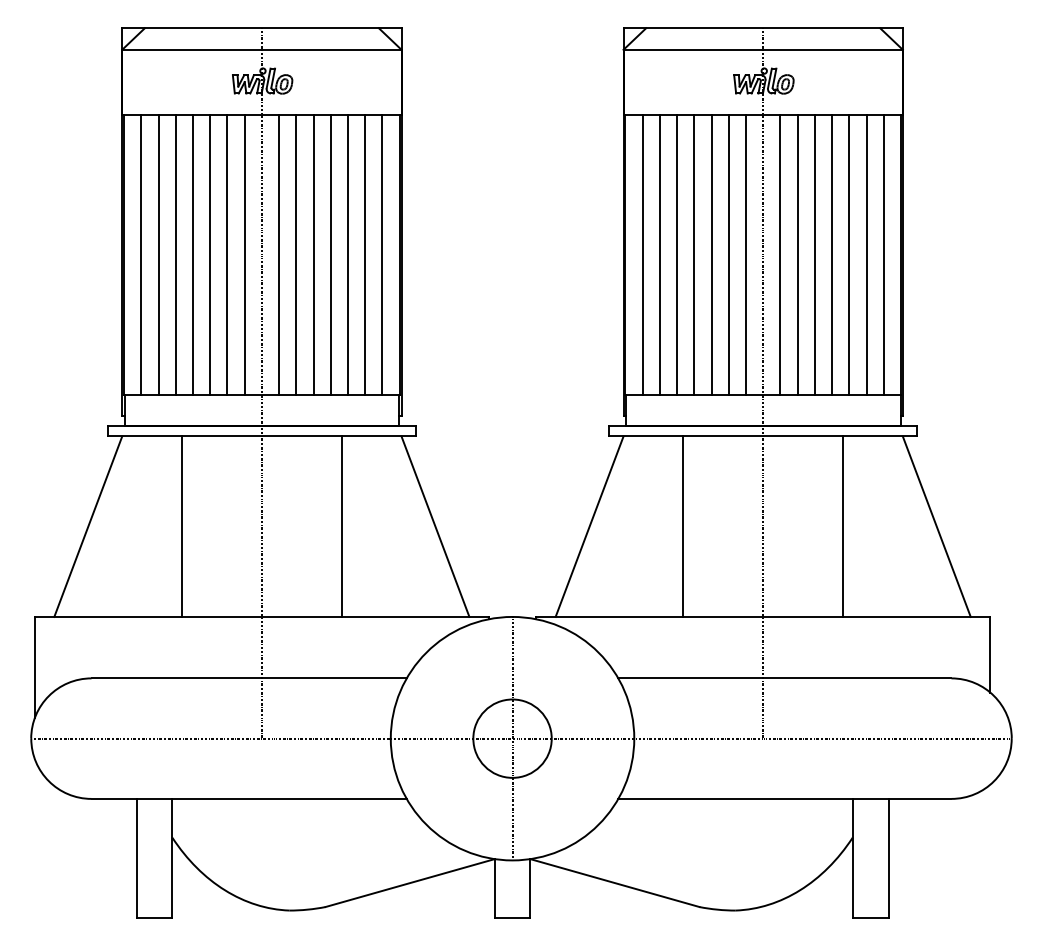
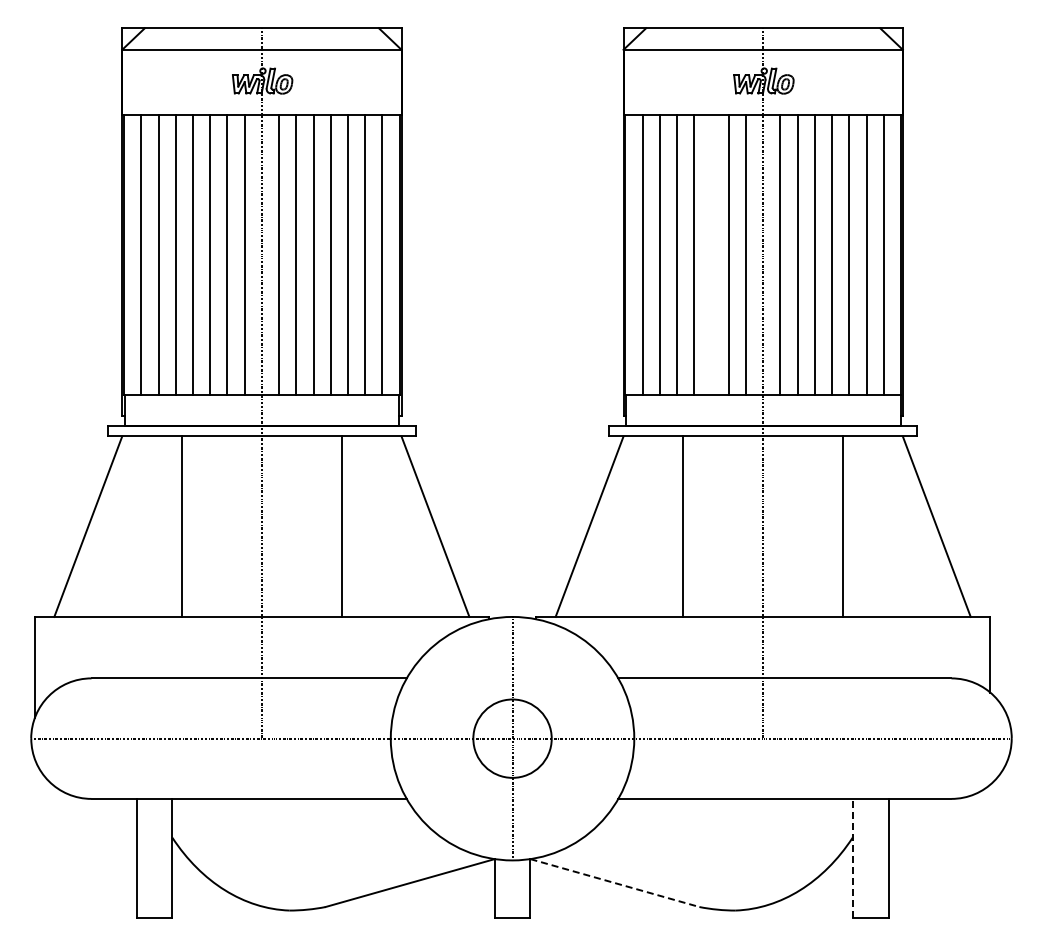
line at (711, 254): present -> none
line at (852, 857): solid -> dashed
line at (614, 883): solid -> dashed
